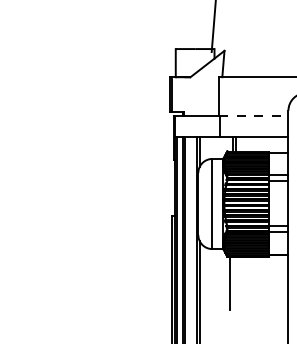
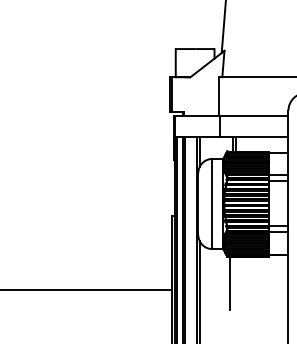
line at (213, 27) position: (213, 27) -> (223, 27)
line at (253, 115): dashed -> solid
line at (87, 290): none -> present
